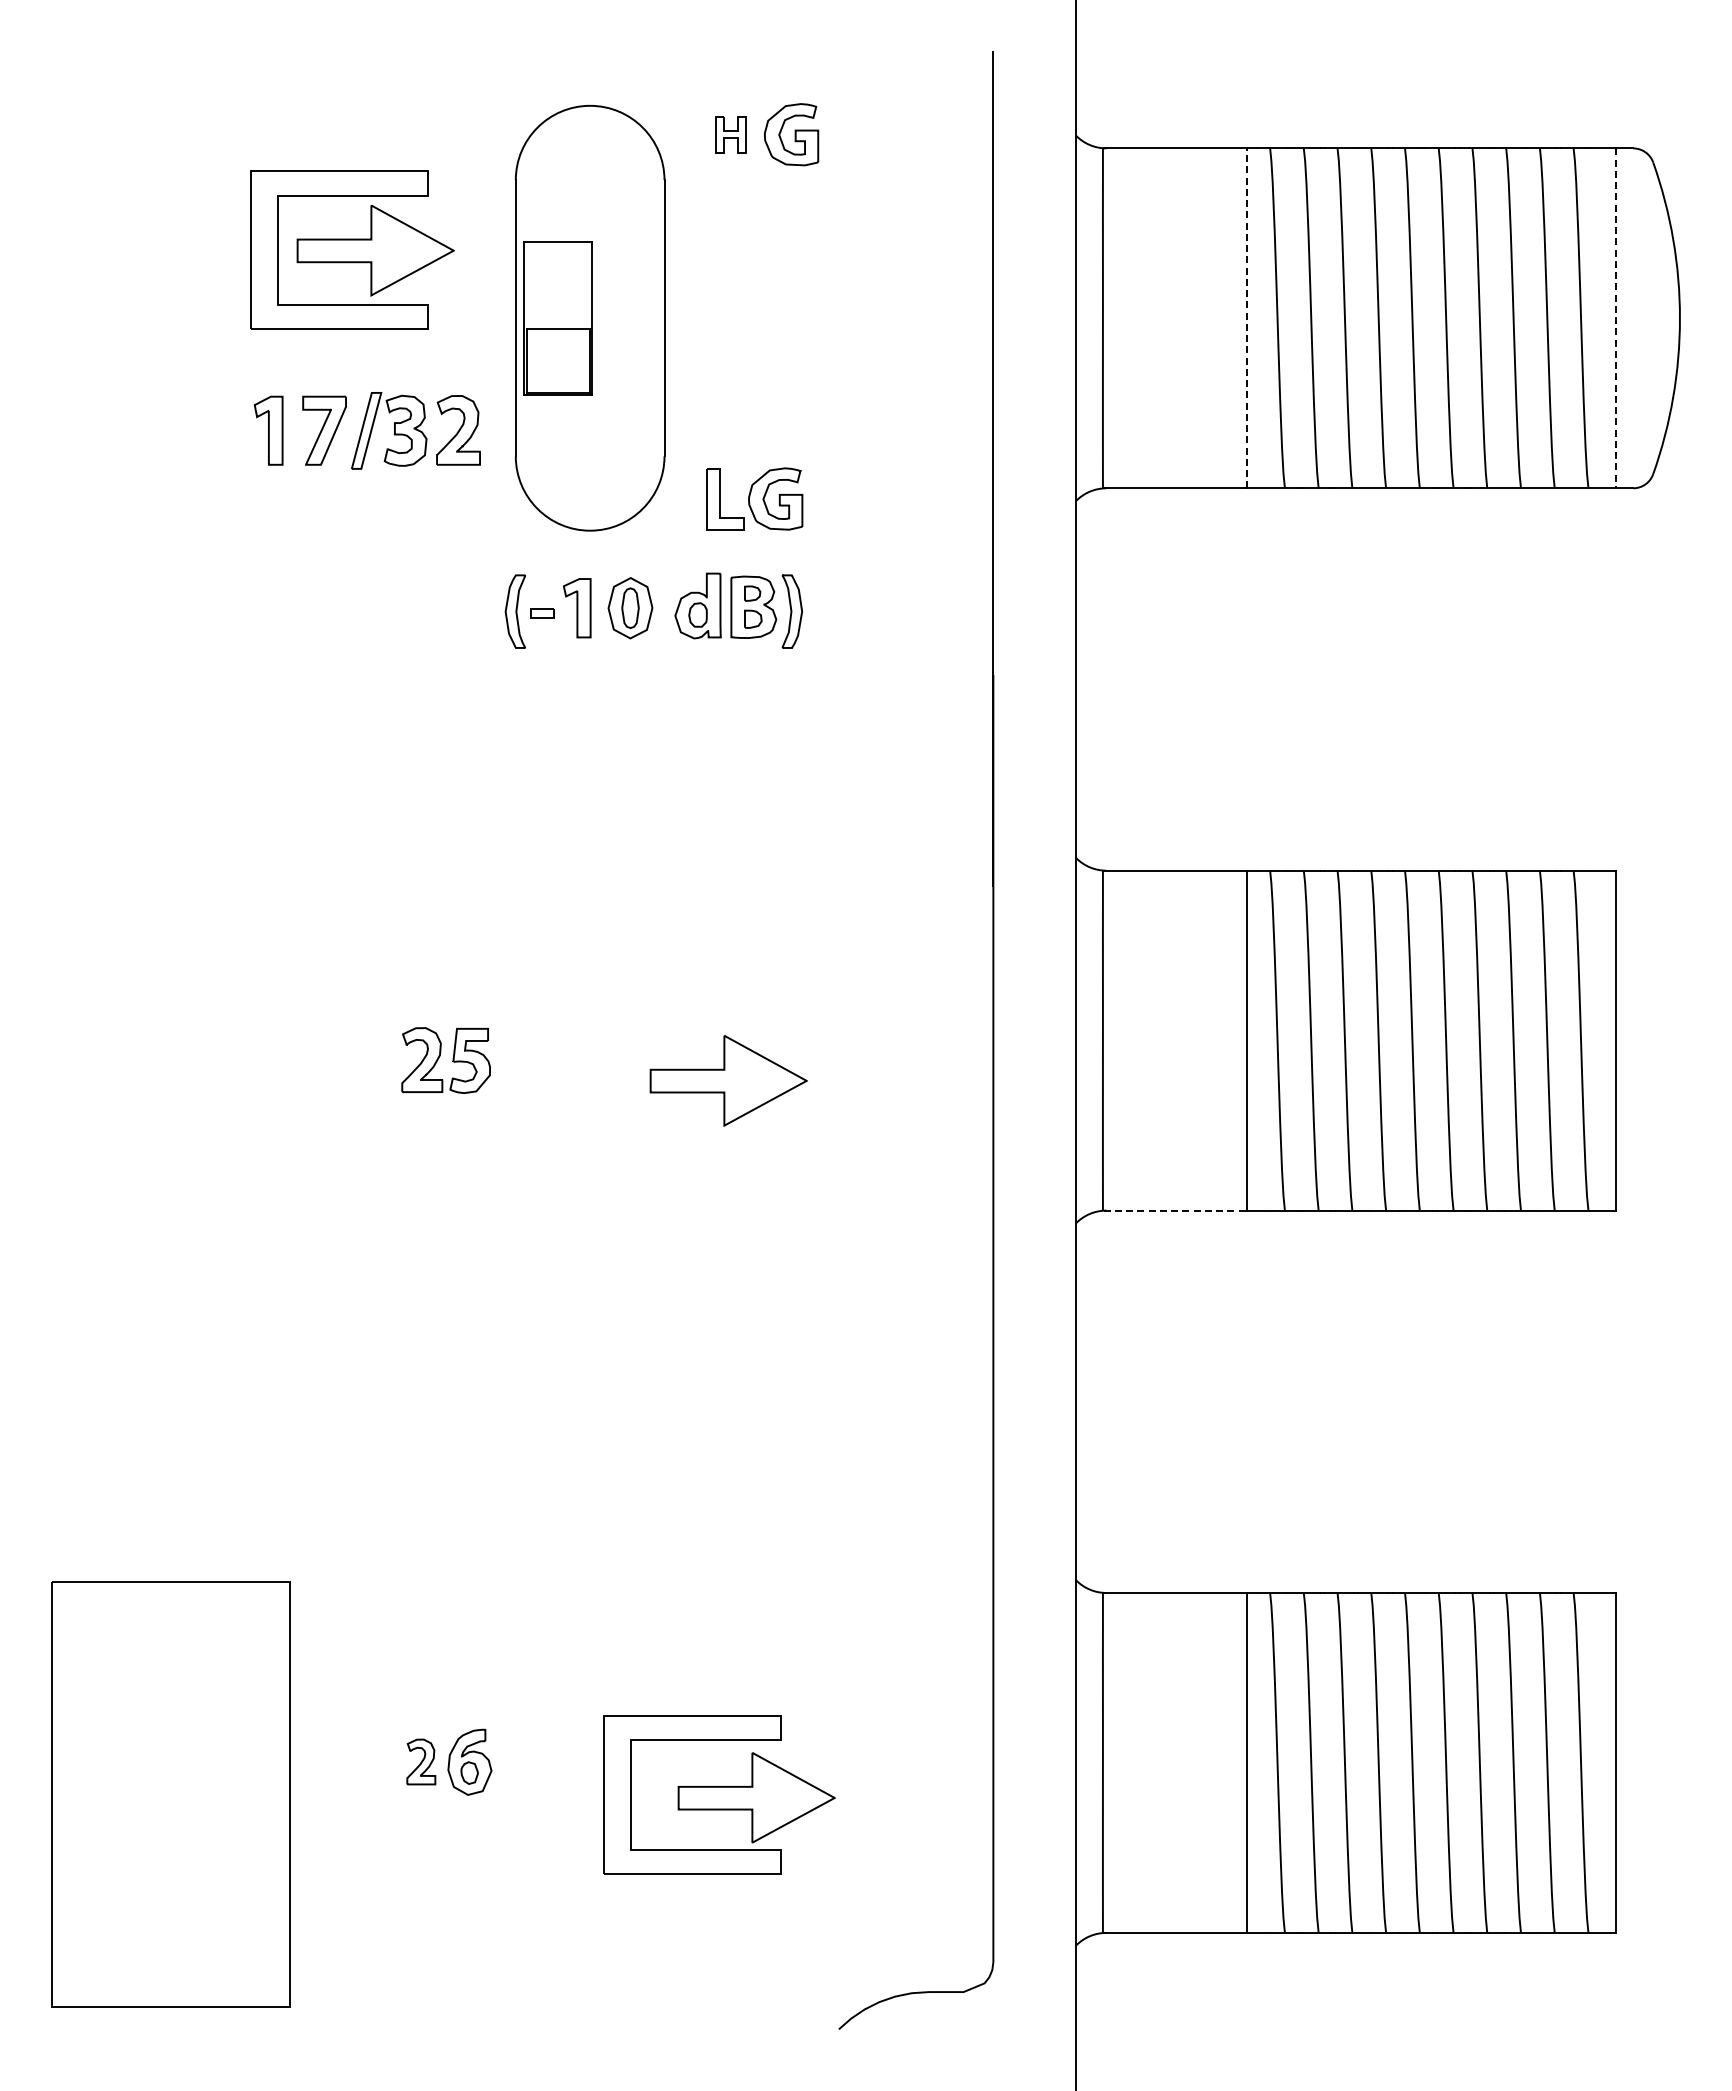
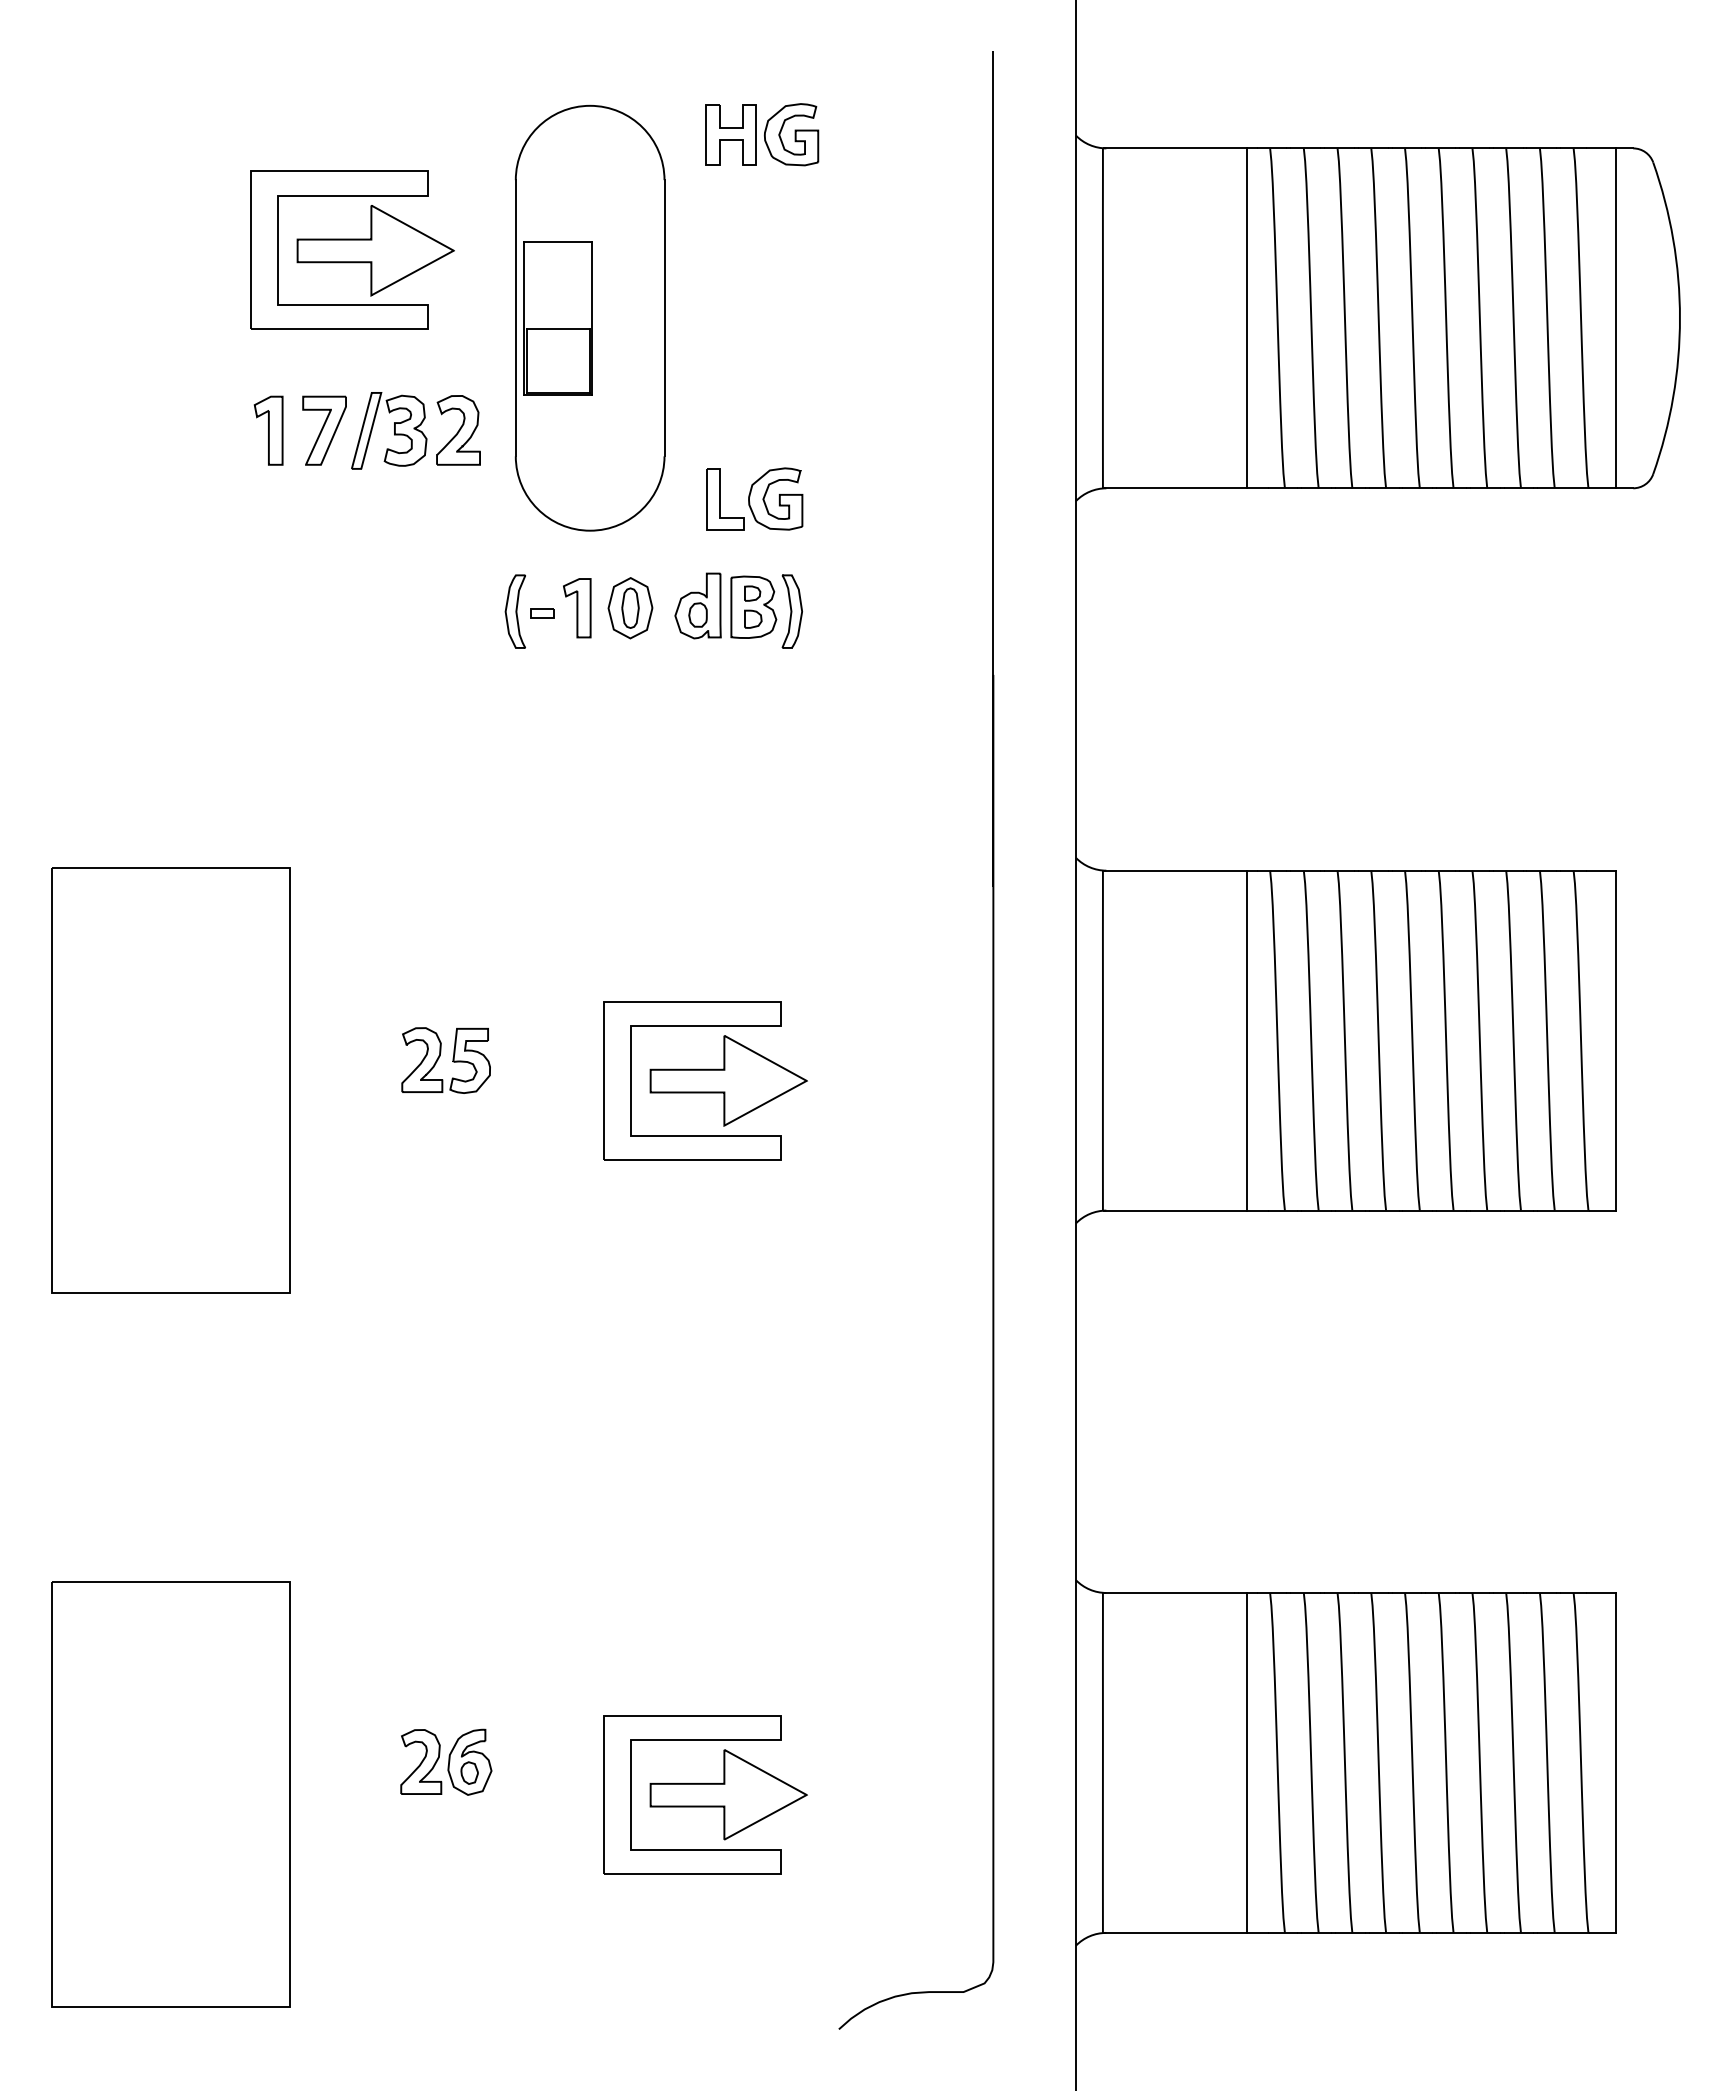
part at (730, 134) size: 32x38 px -> 52x62 px
line at (1246, 318): dashed -> solid
line at (1616, 318): dashed -> solid
part at (692, 1026): none -> present
part at (170, 1080): none -> present
line at (1175, 1210): dashed -> solid
part at (421, 1761) size: 31x48 px -> 43x66 px
part at (756, 1797) position: (756, 1797) -> (728, 1794)
